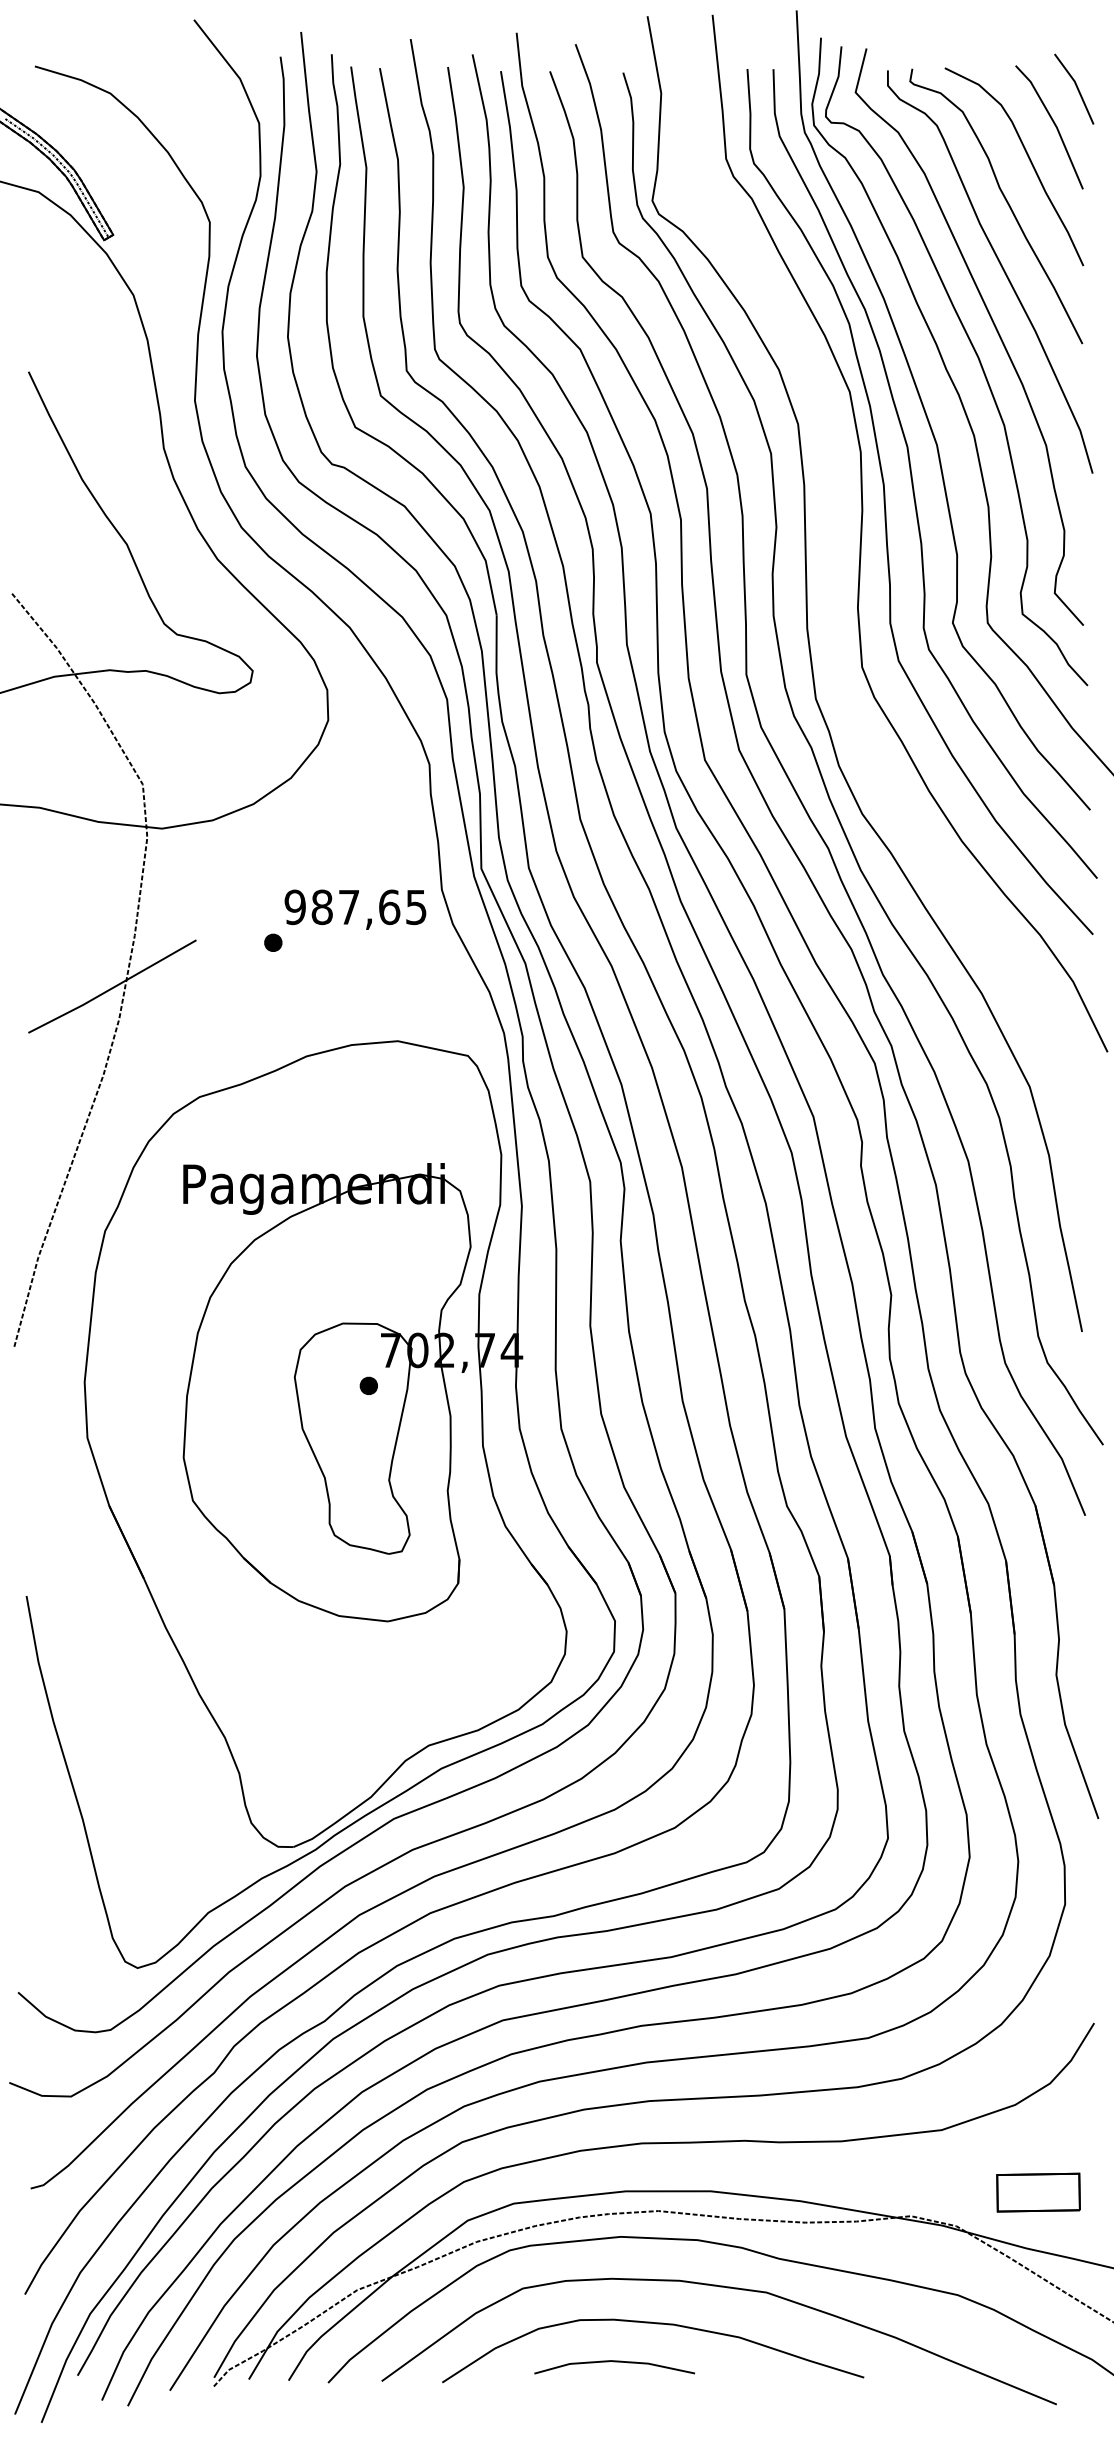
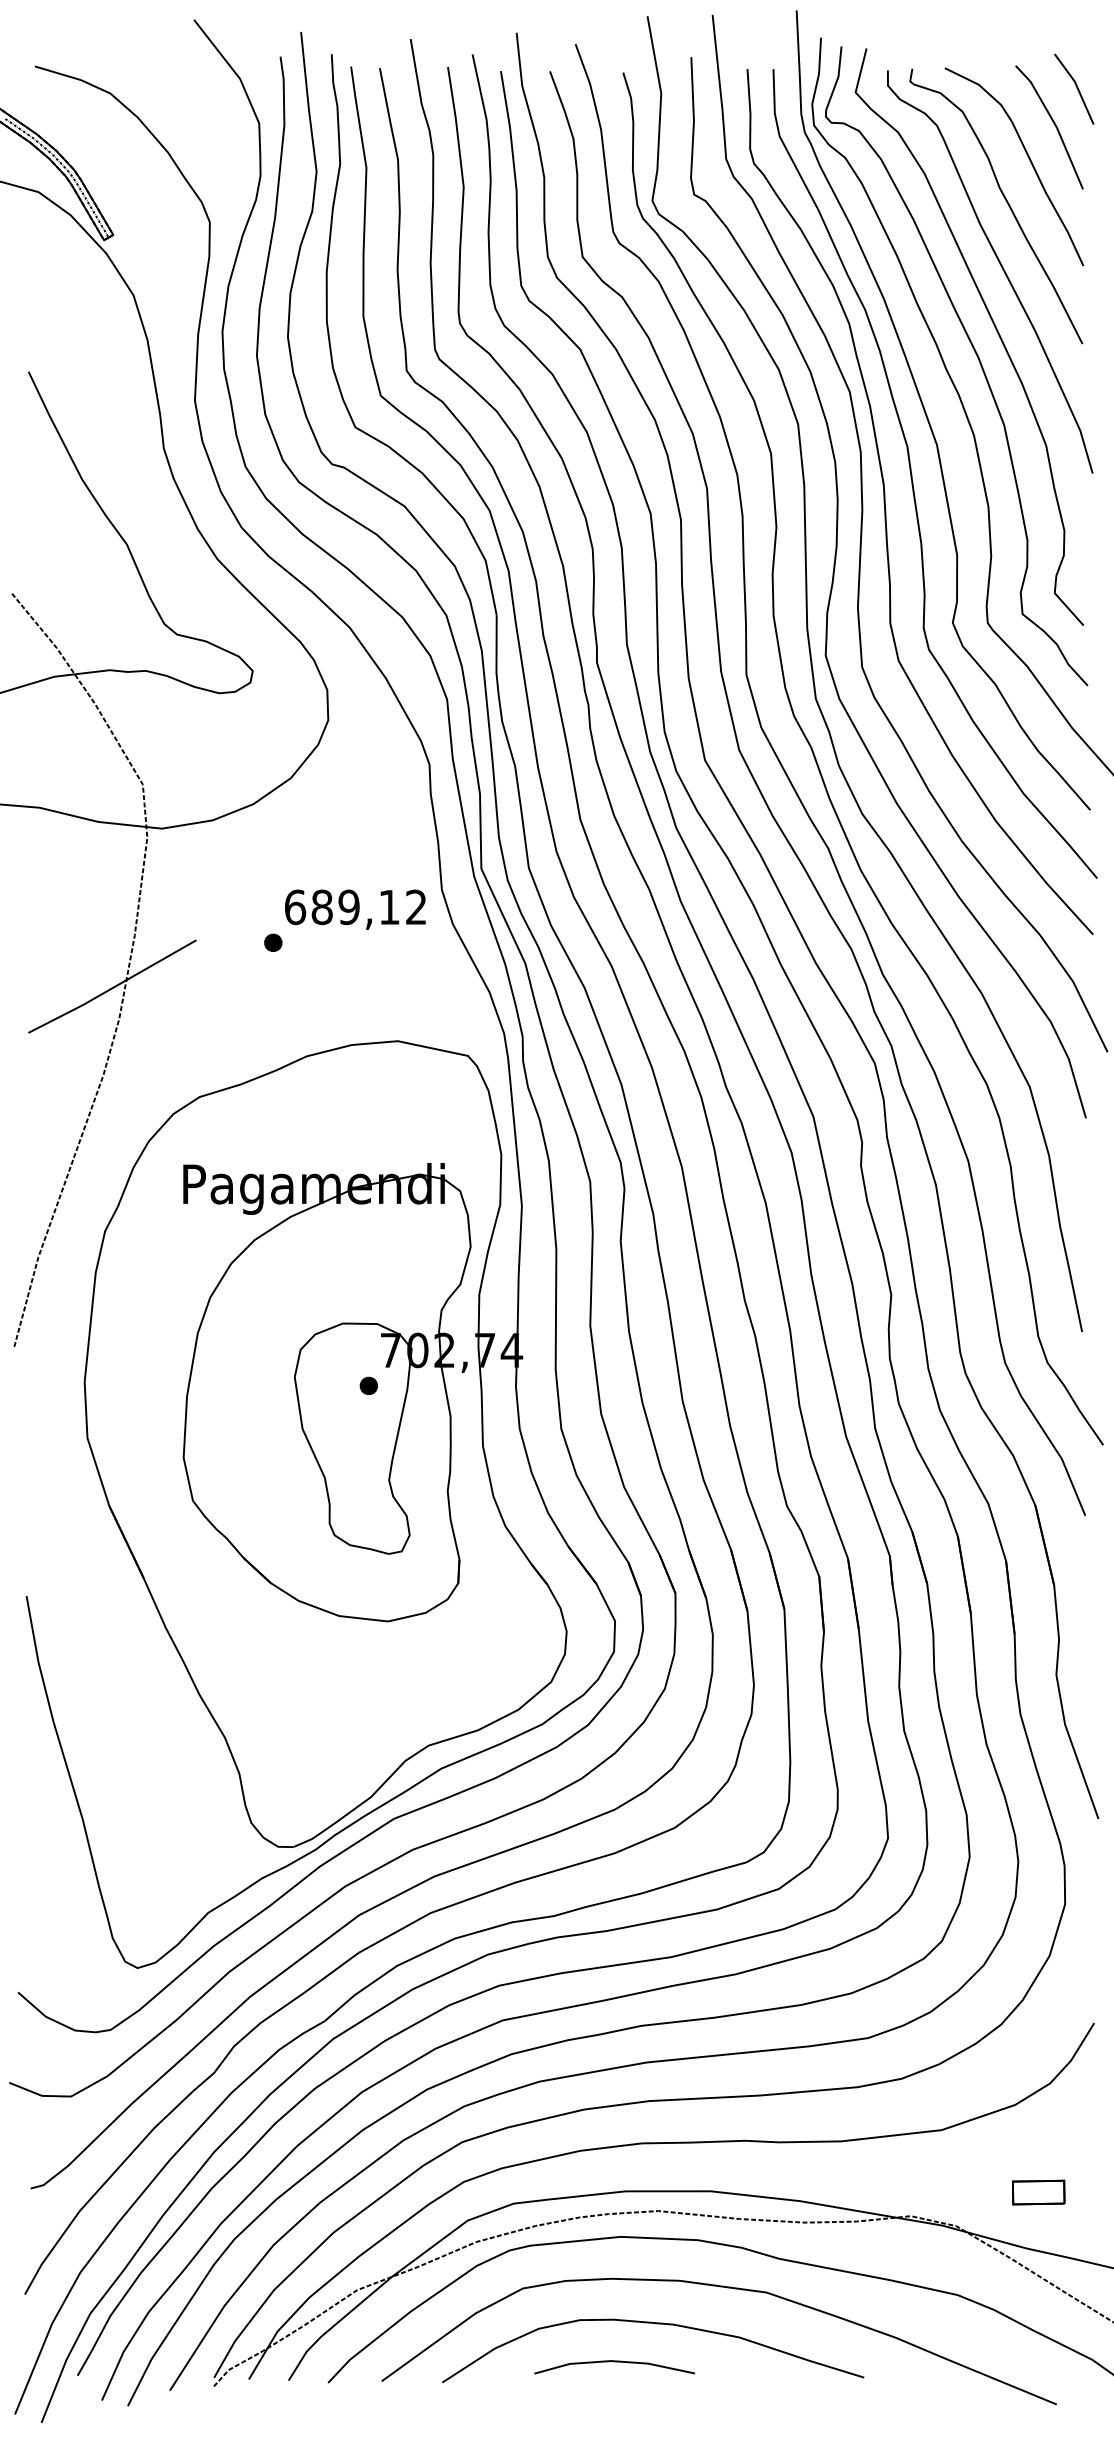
curve at (834, 577): none -> present
text at (355, 907): 987,65 -> 689,12
part at (1038, 2192) size: 85x41 px -> 54x27 px
